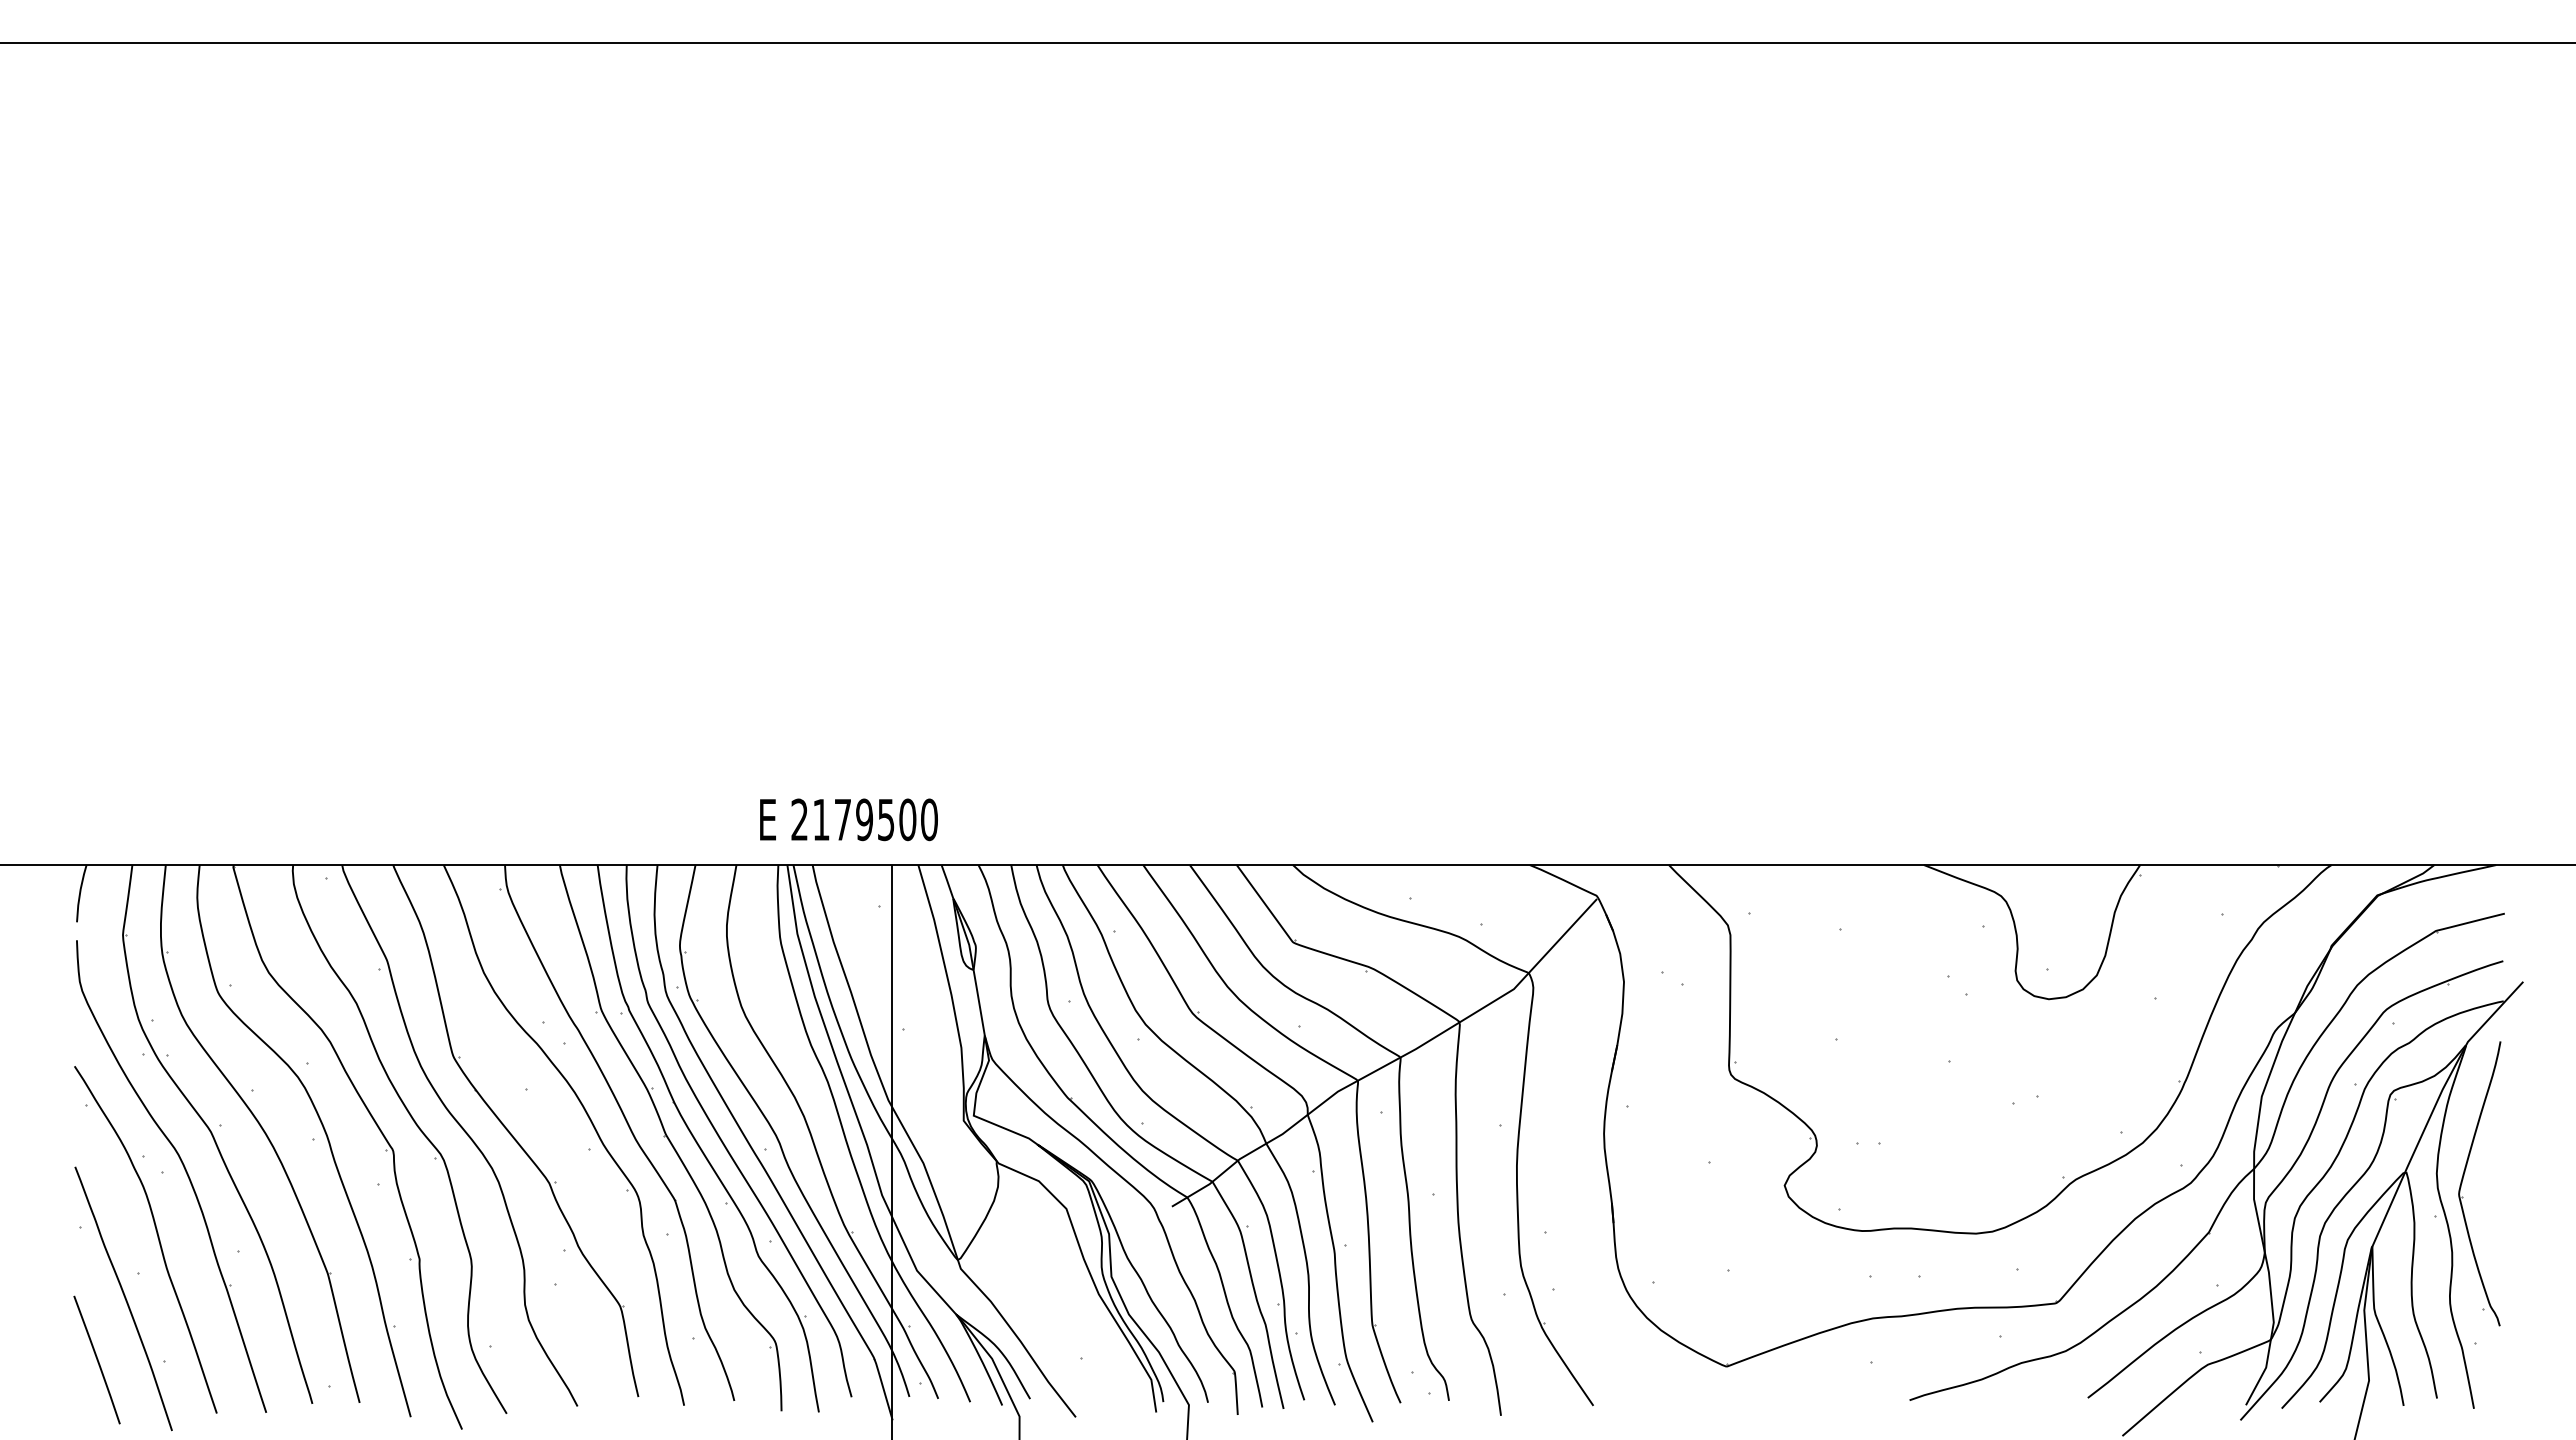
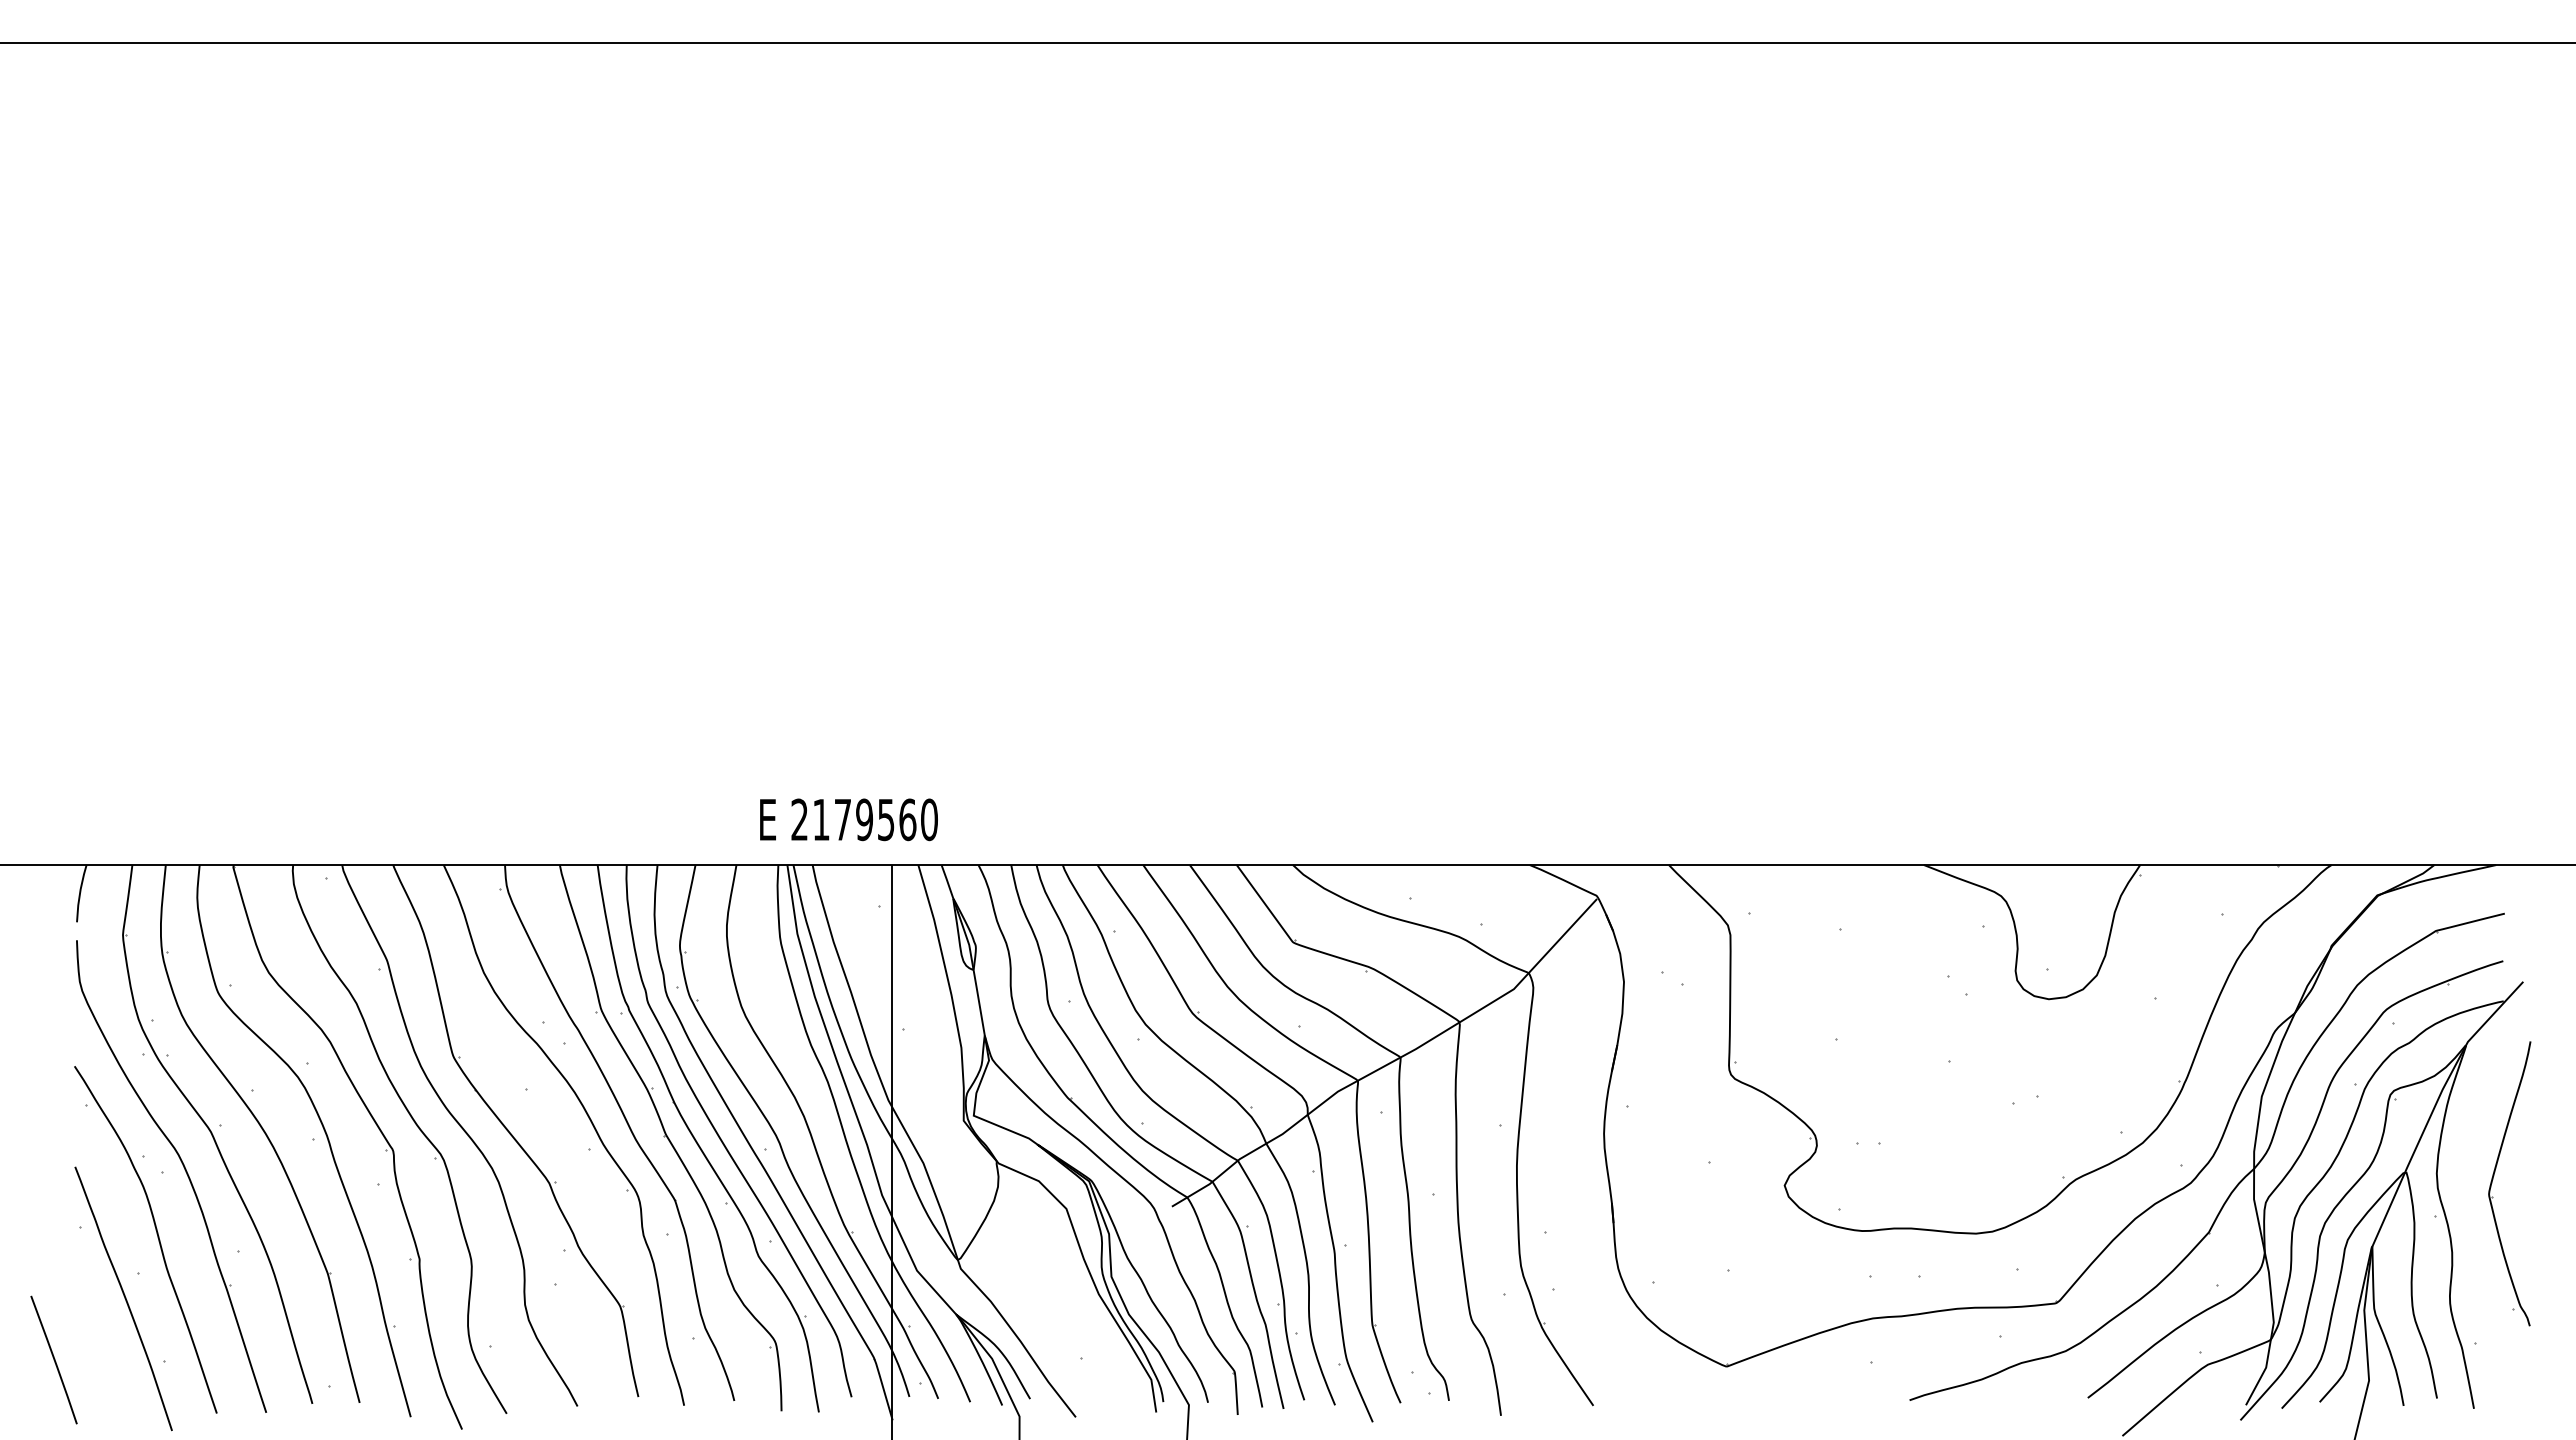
text at (907, 819): 2179500 -> 2179560
part at (2463, 1179) position: (2463, 1179) -> (2493, 1179)
line at (96, 1359) position: (96, 1359) -> (53, 1359)
